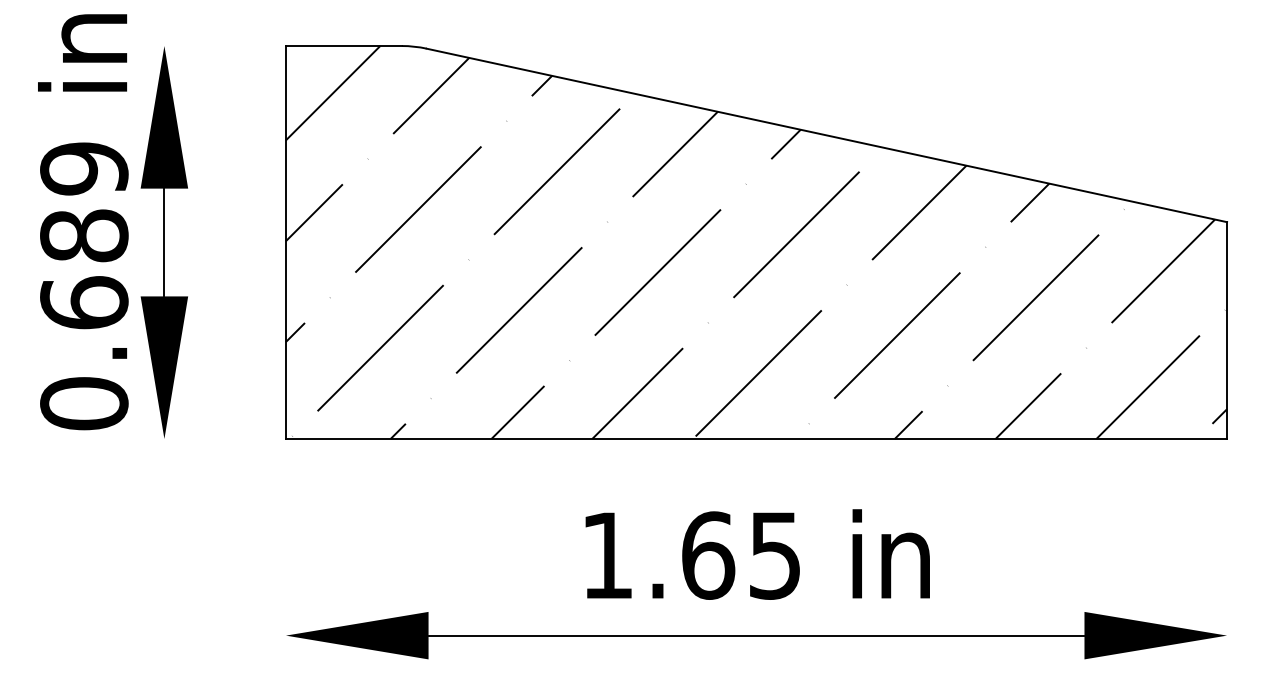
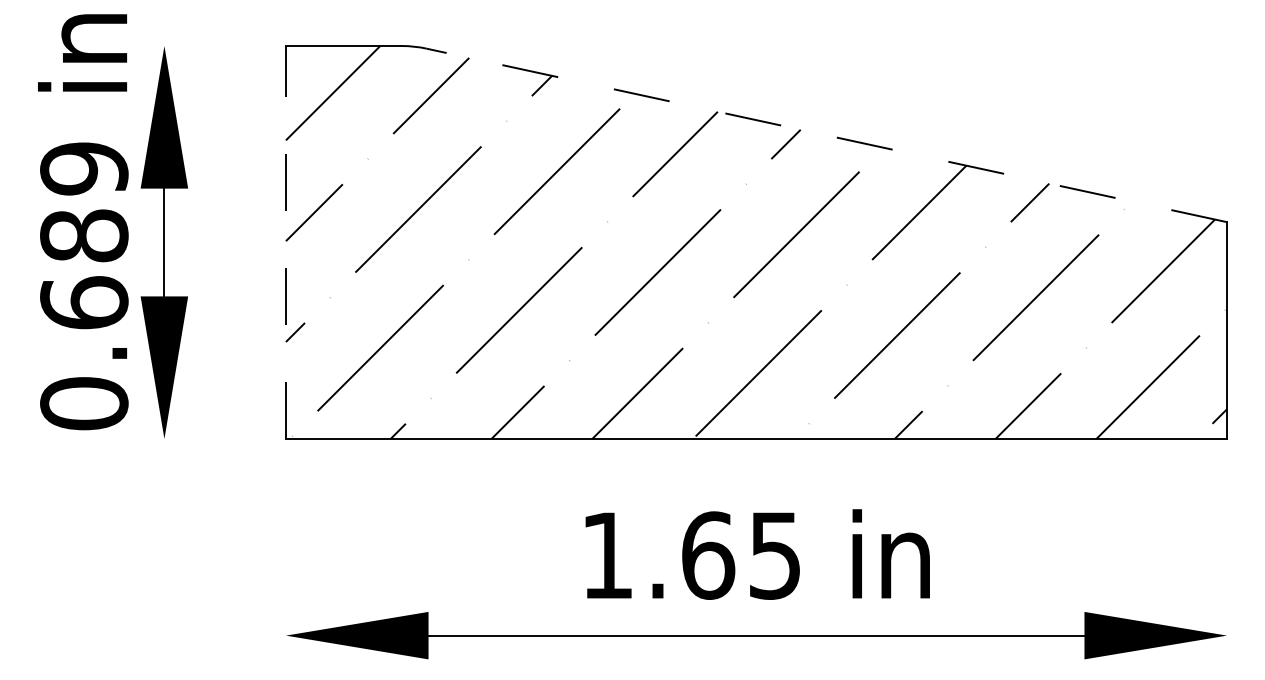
line at (826, 135): solid -> dashed
line at (285, 242): solid -> dashed
